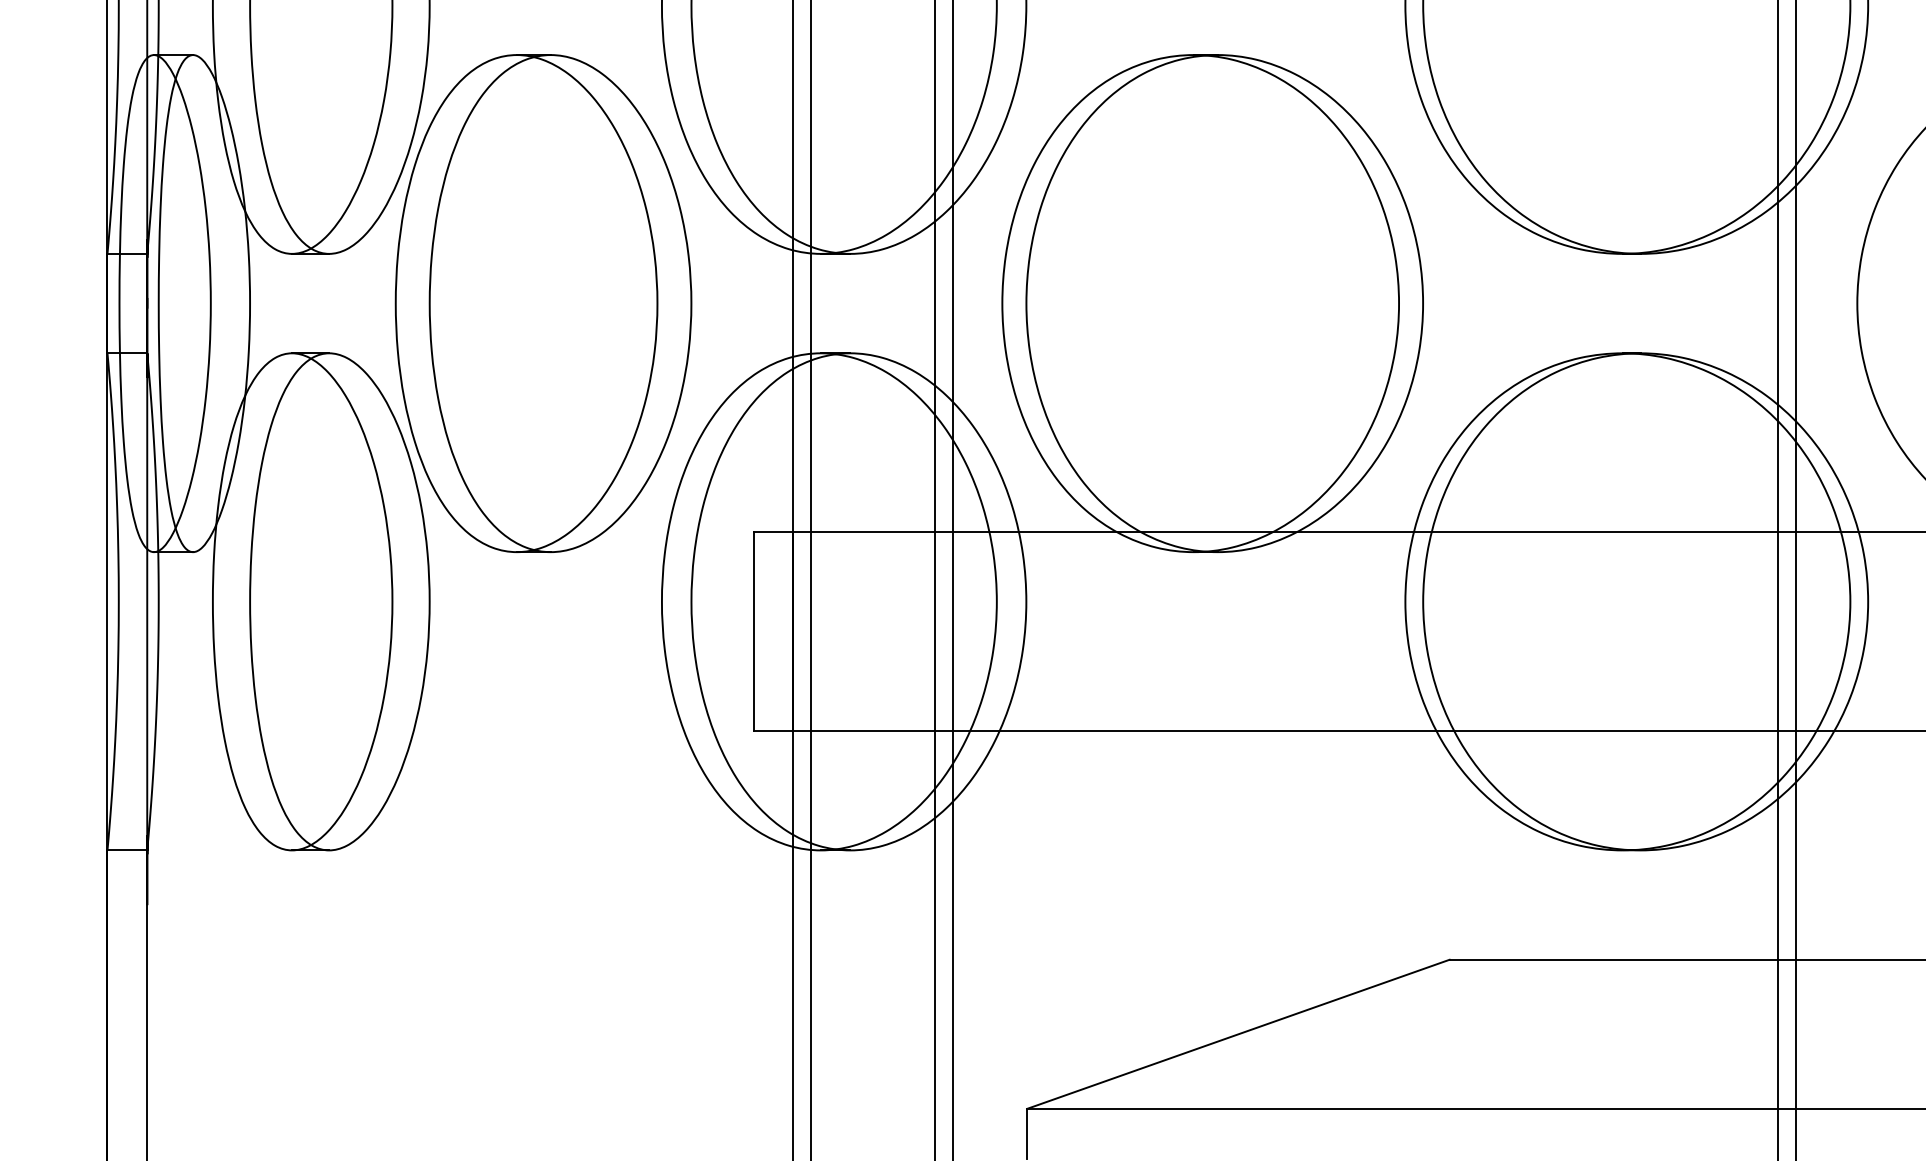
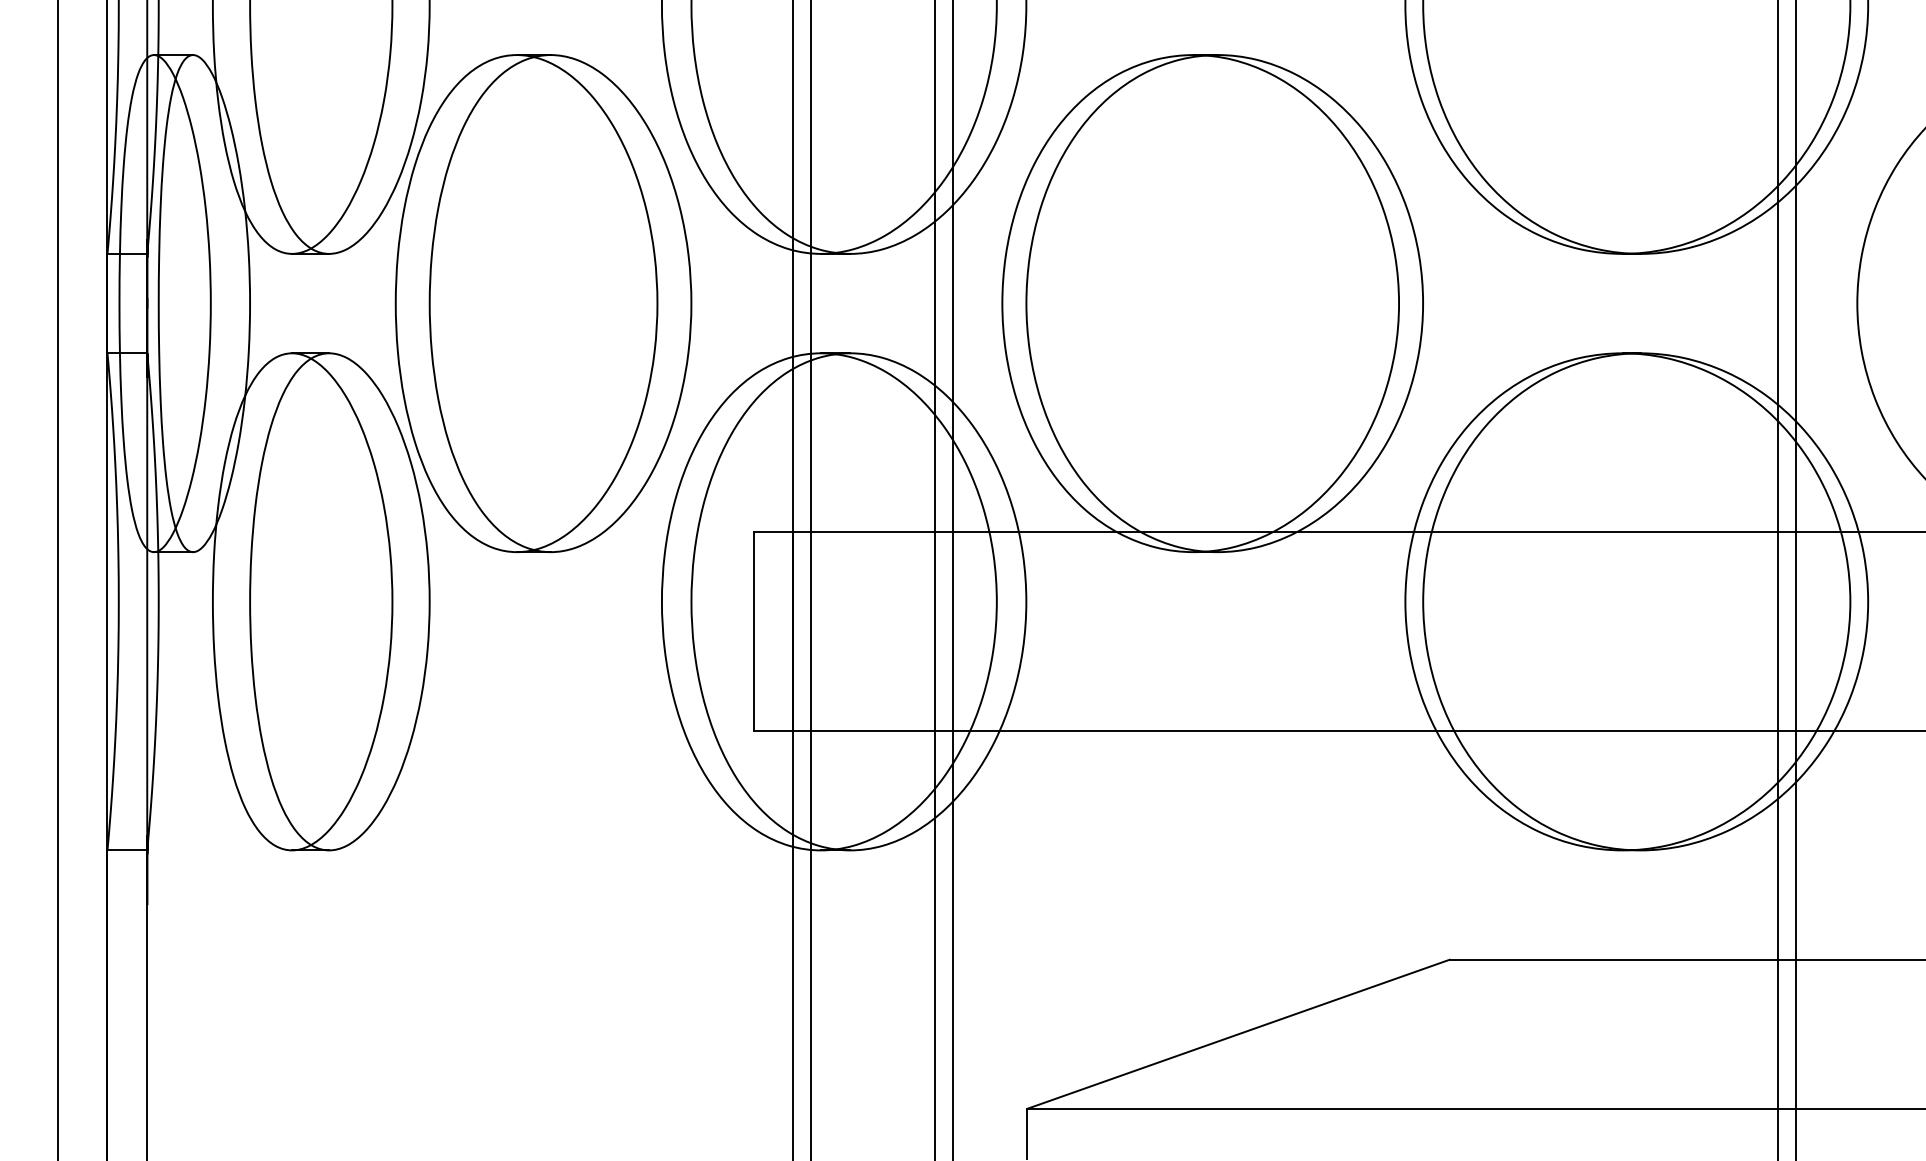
line at (57, 579): none -> present
